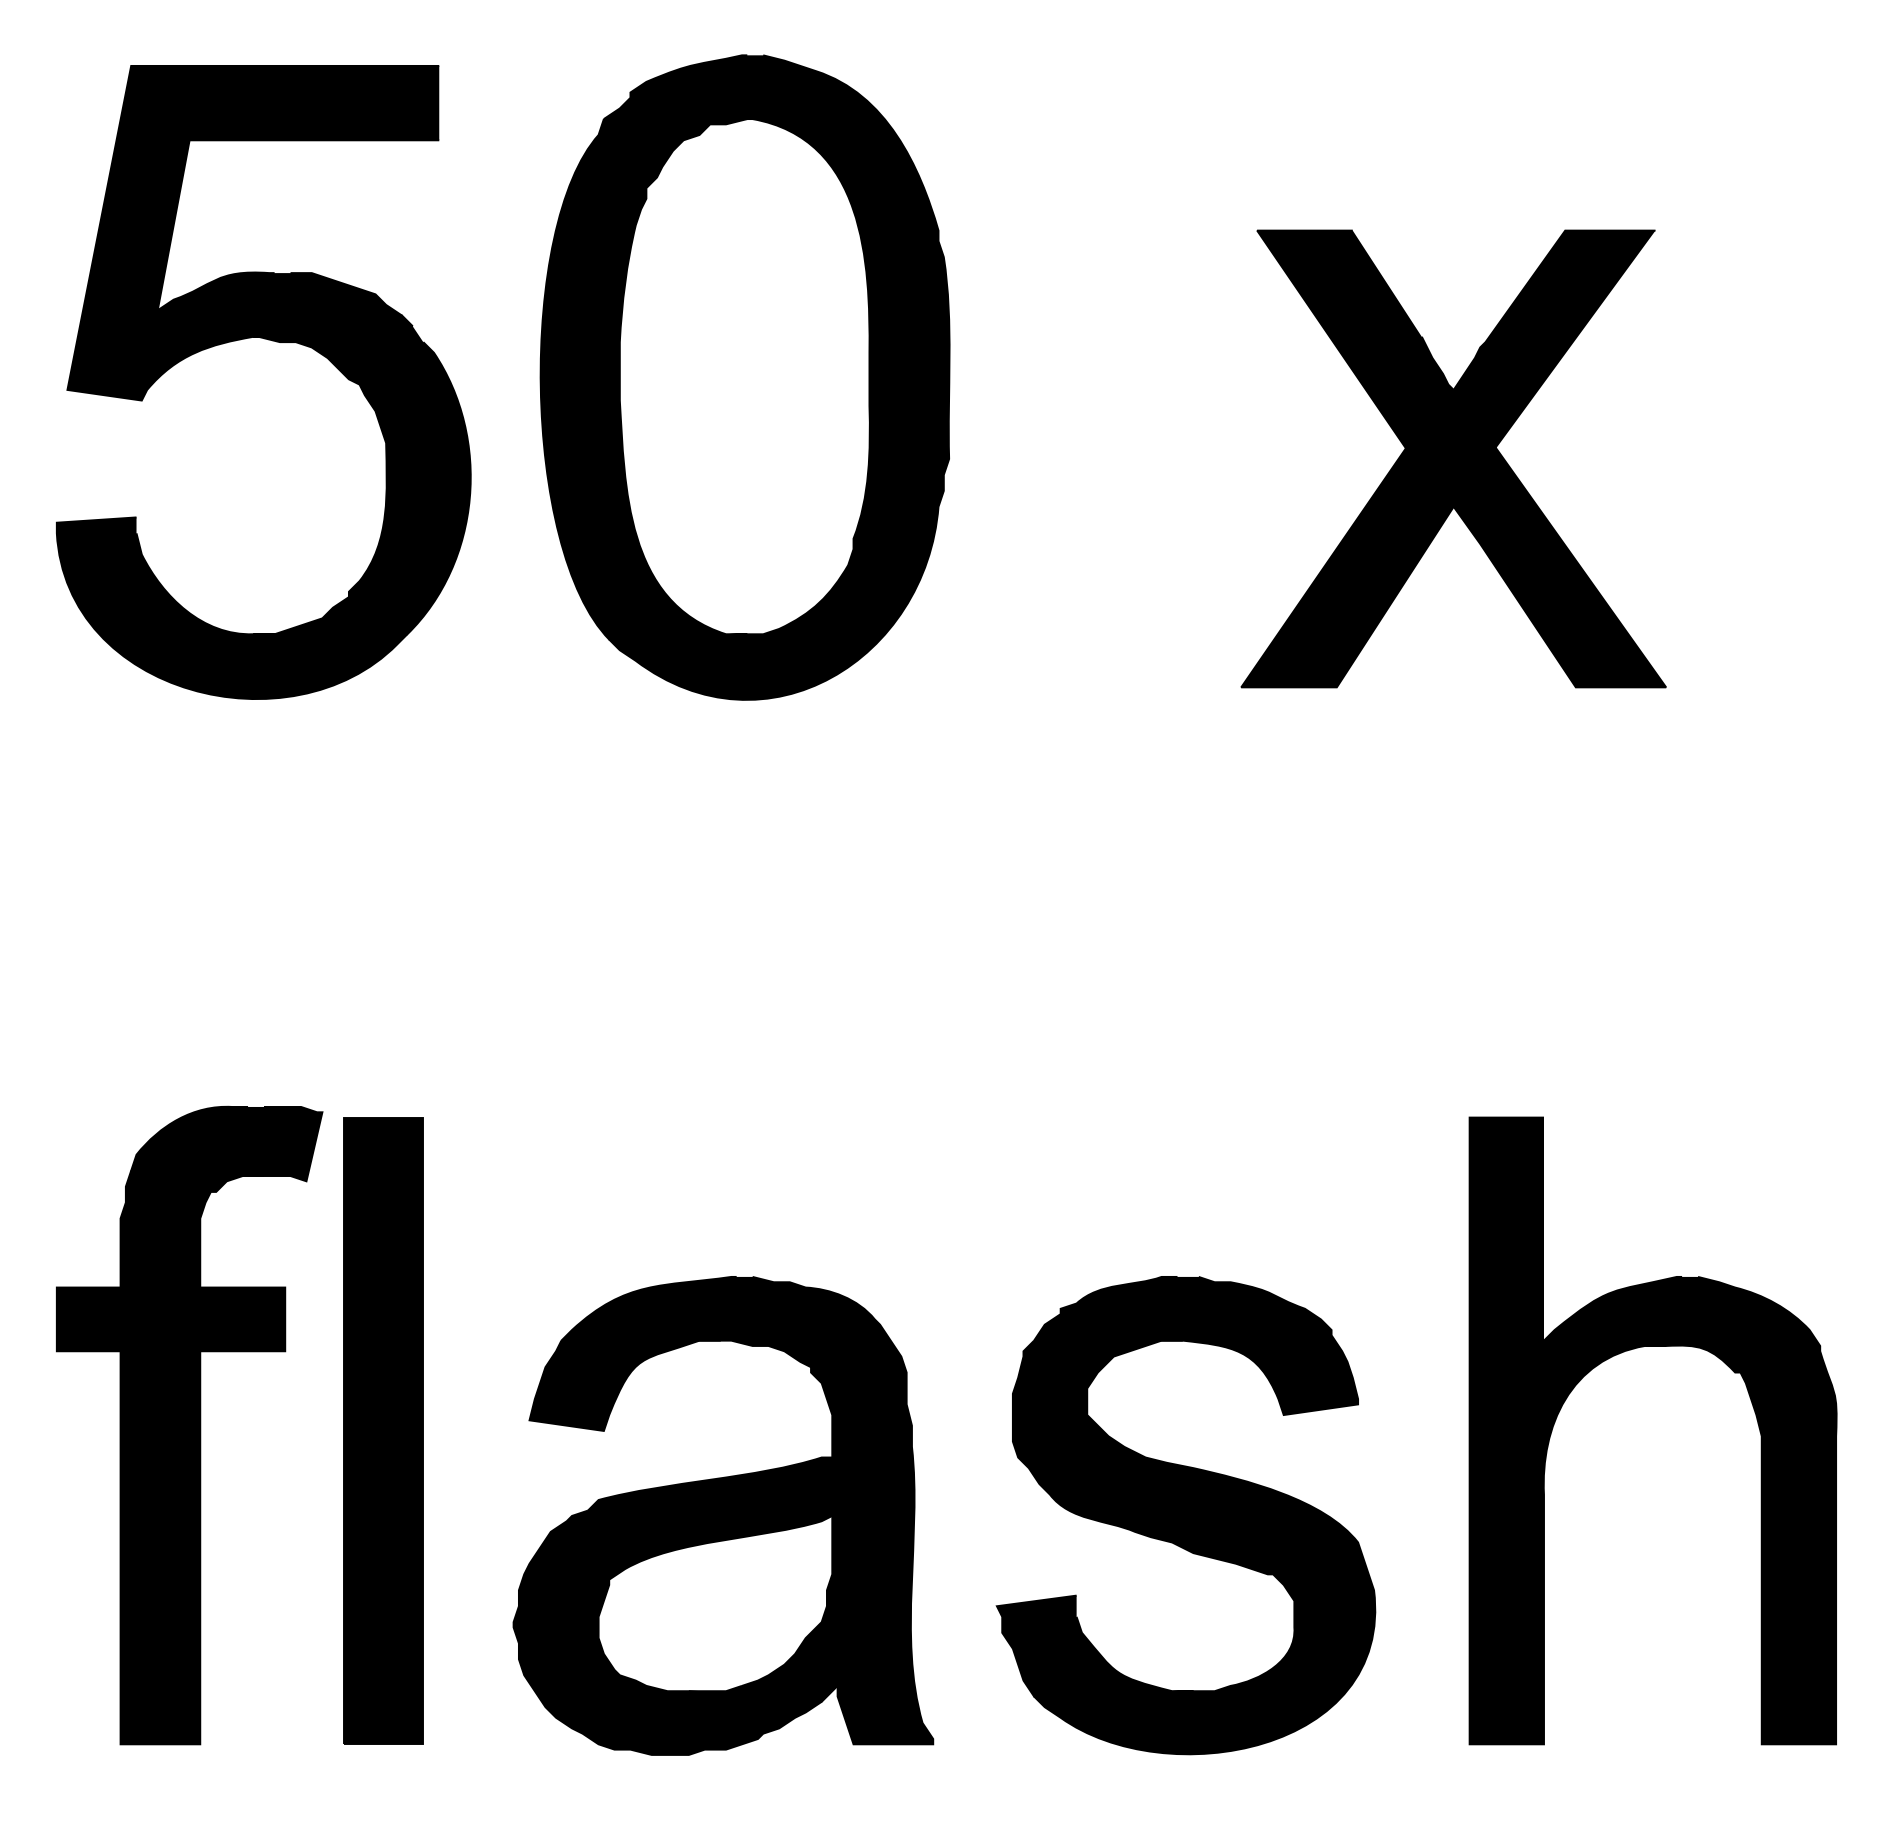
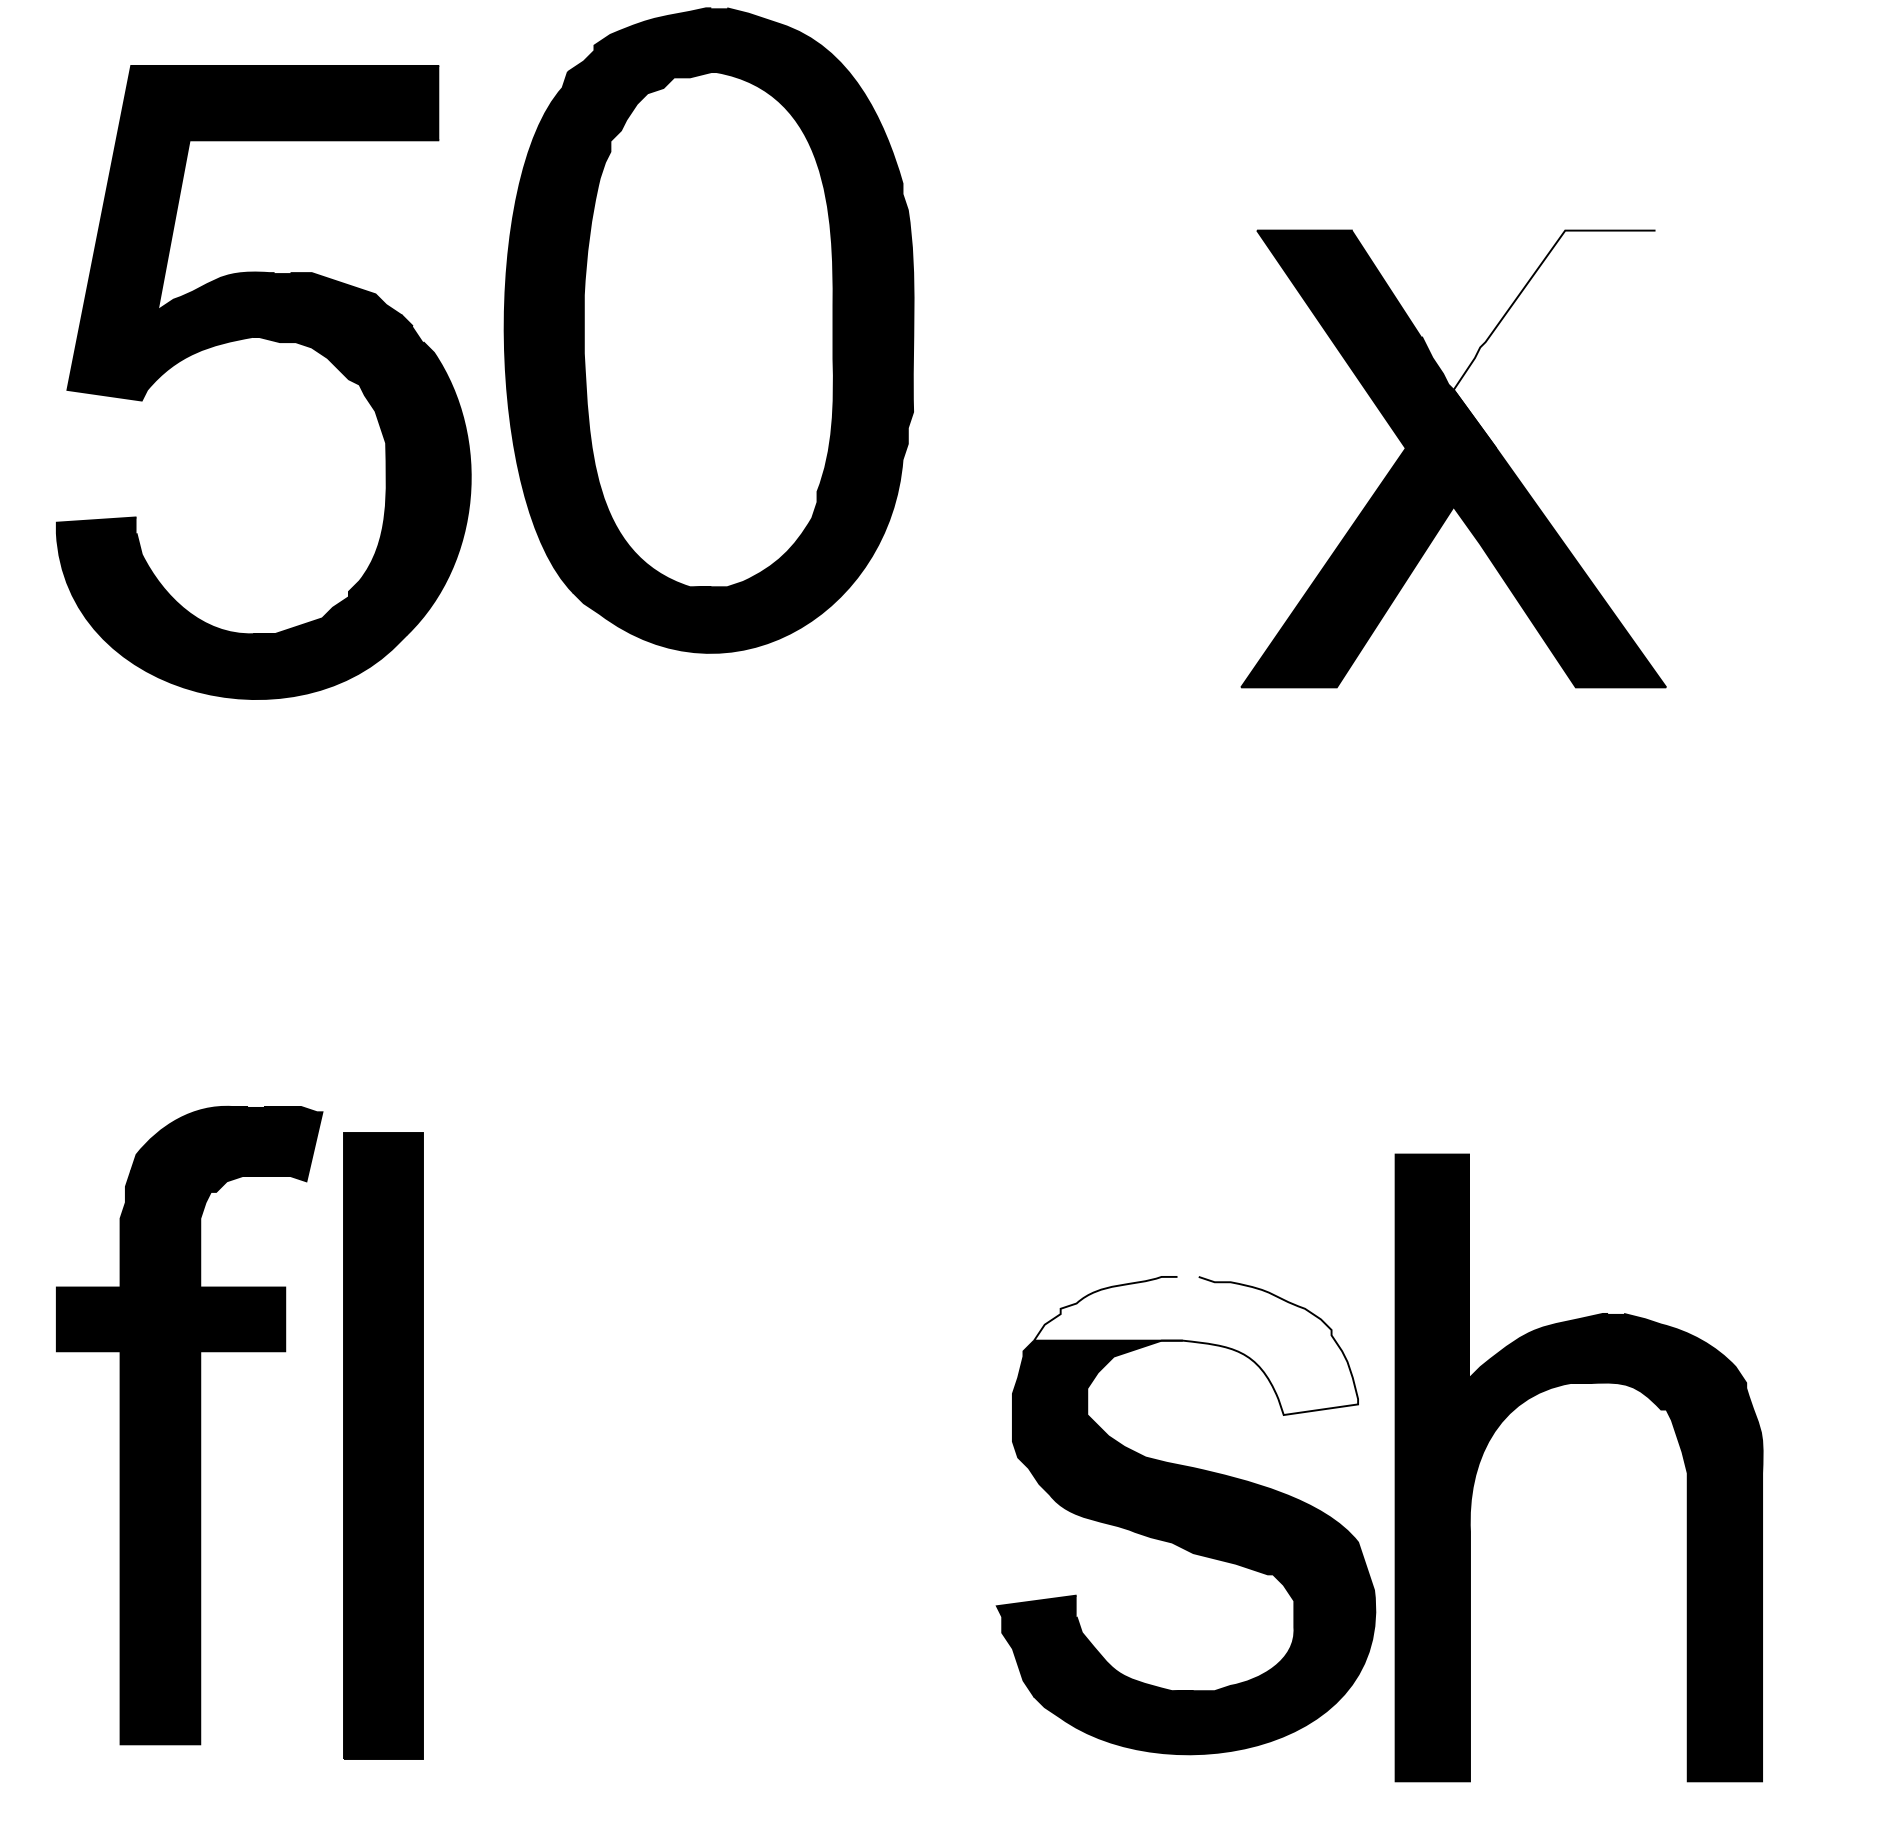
fill at (1554, 339): present -> none
part at (744, 377) position: (744, 377) -> (708, 330)
fill at (1196, 1345): present -> none
part at (1631, 1350) position: (1631, 1350) -> (1557, 1387)
part at (383, 1430) position: (383, 1430) -> (383, 1445)
part at (723, 1515): present -> none
